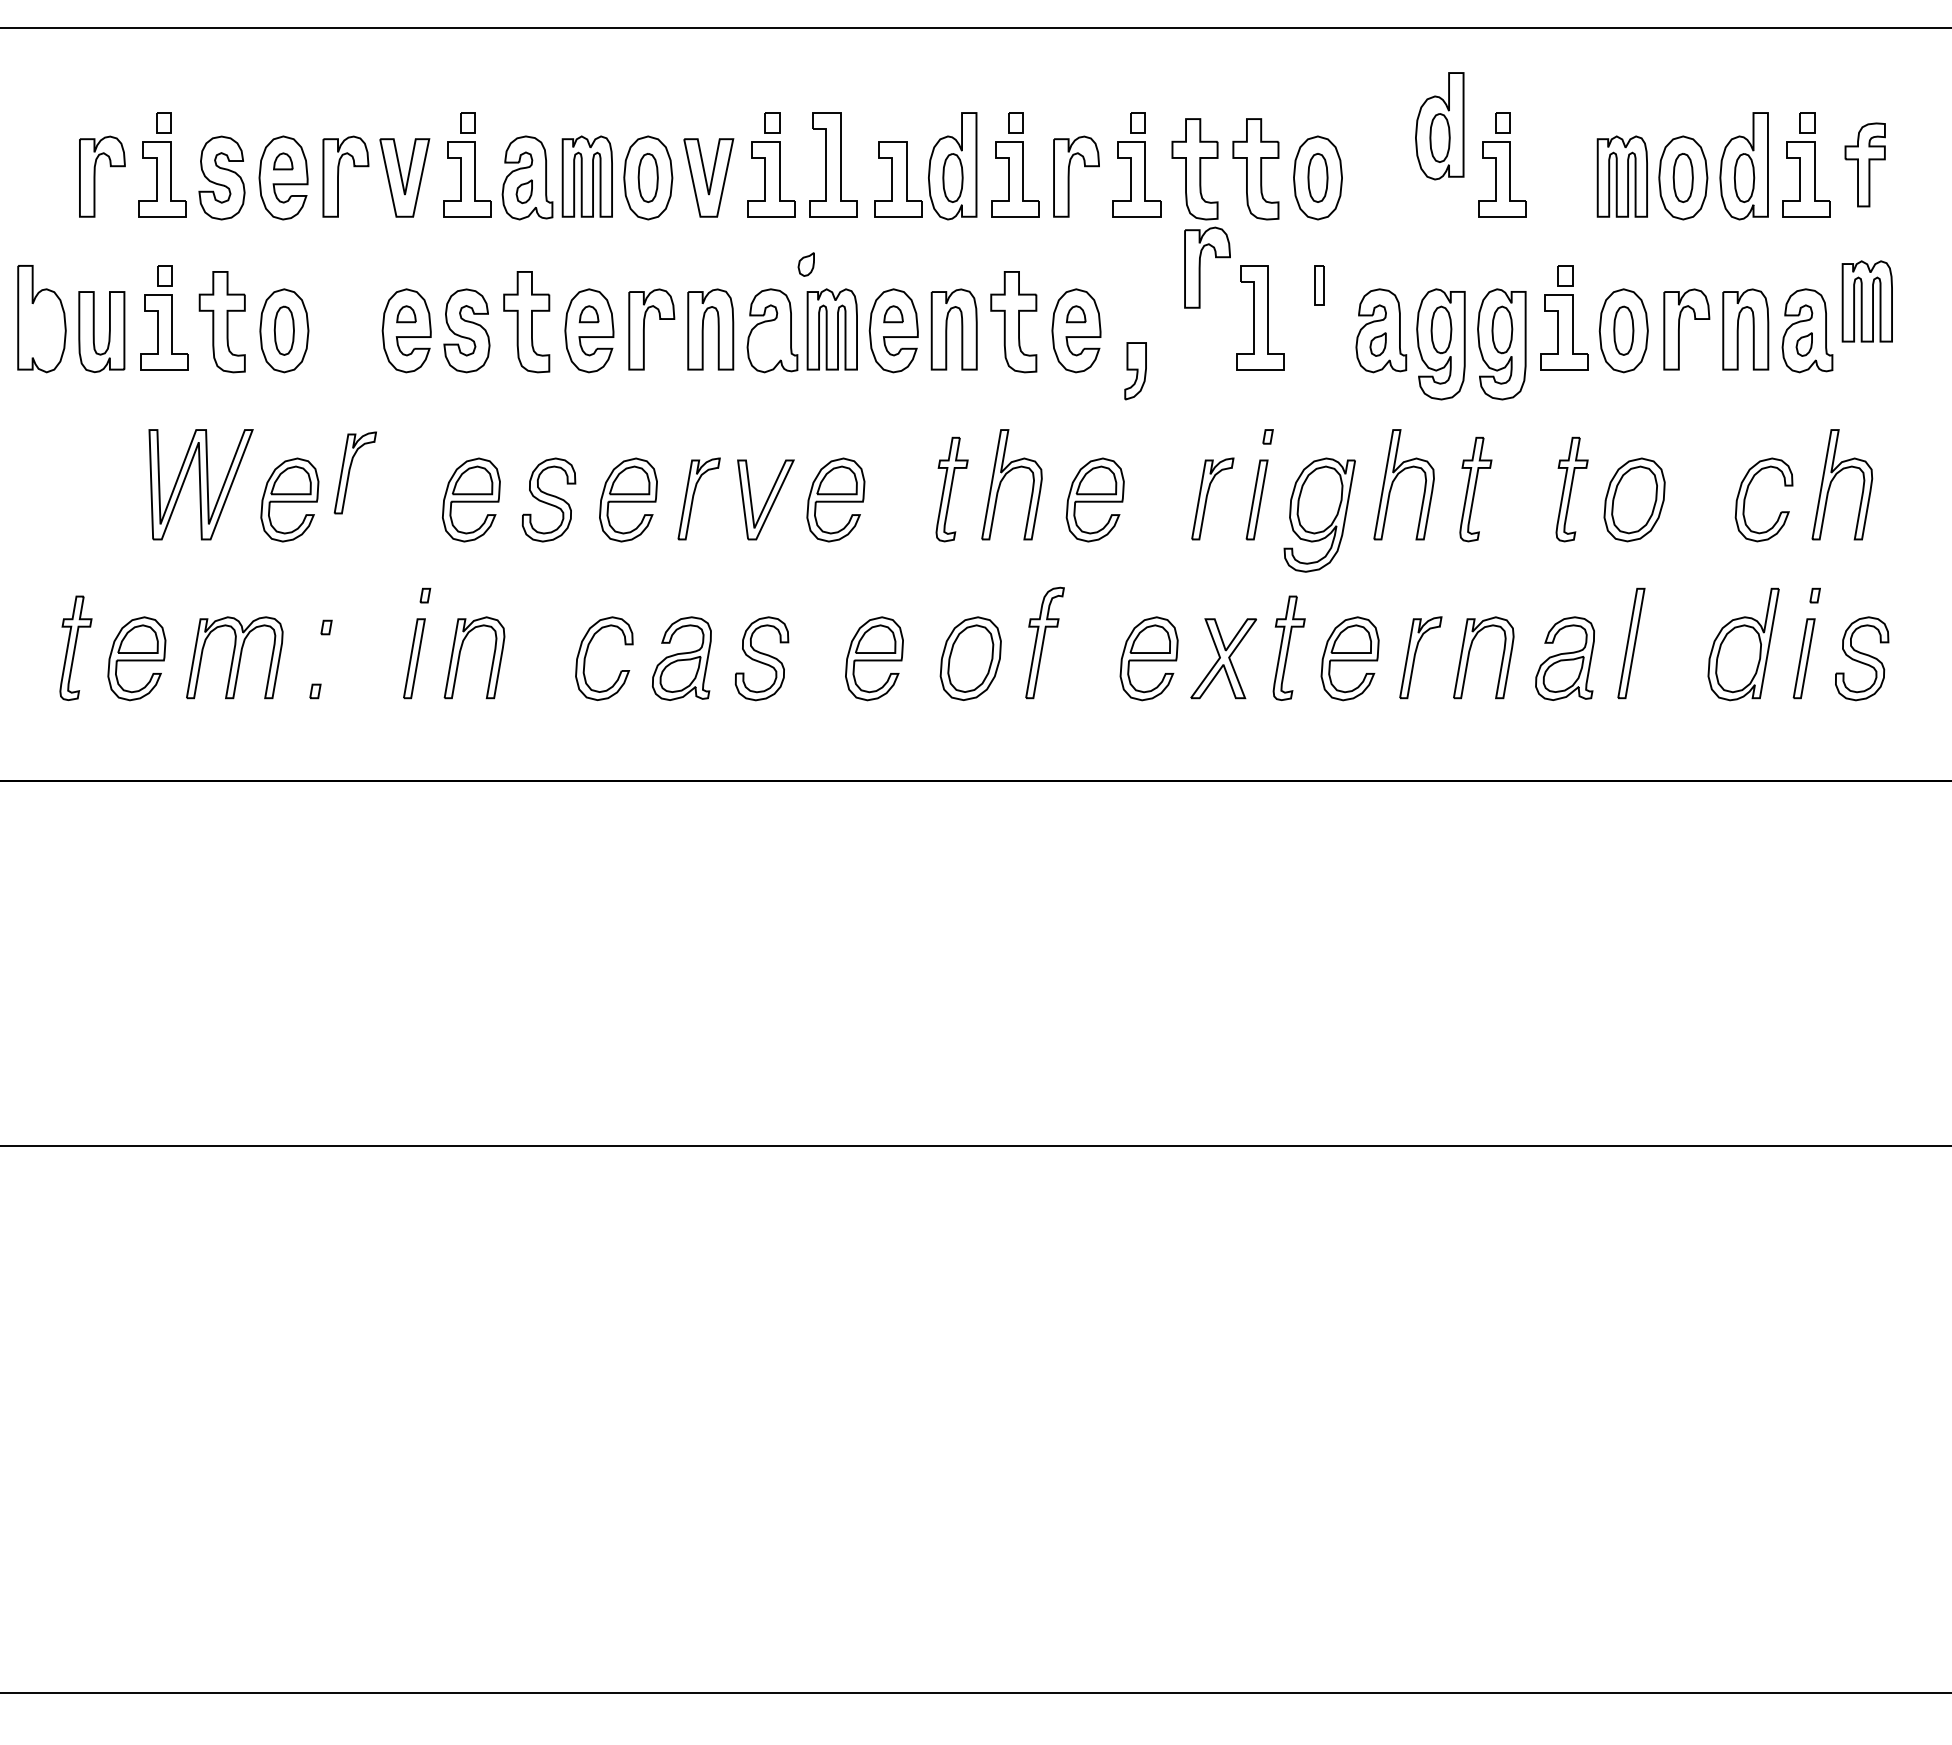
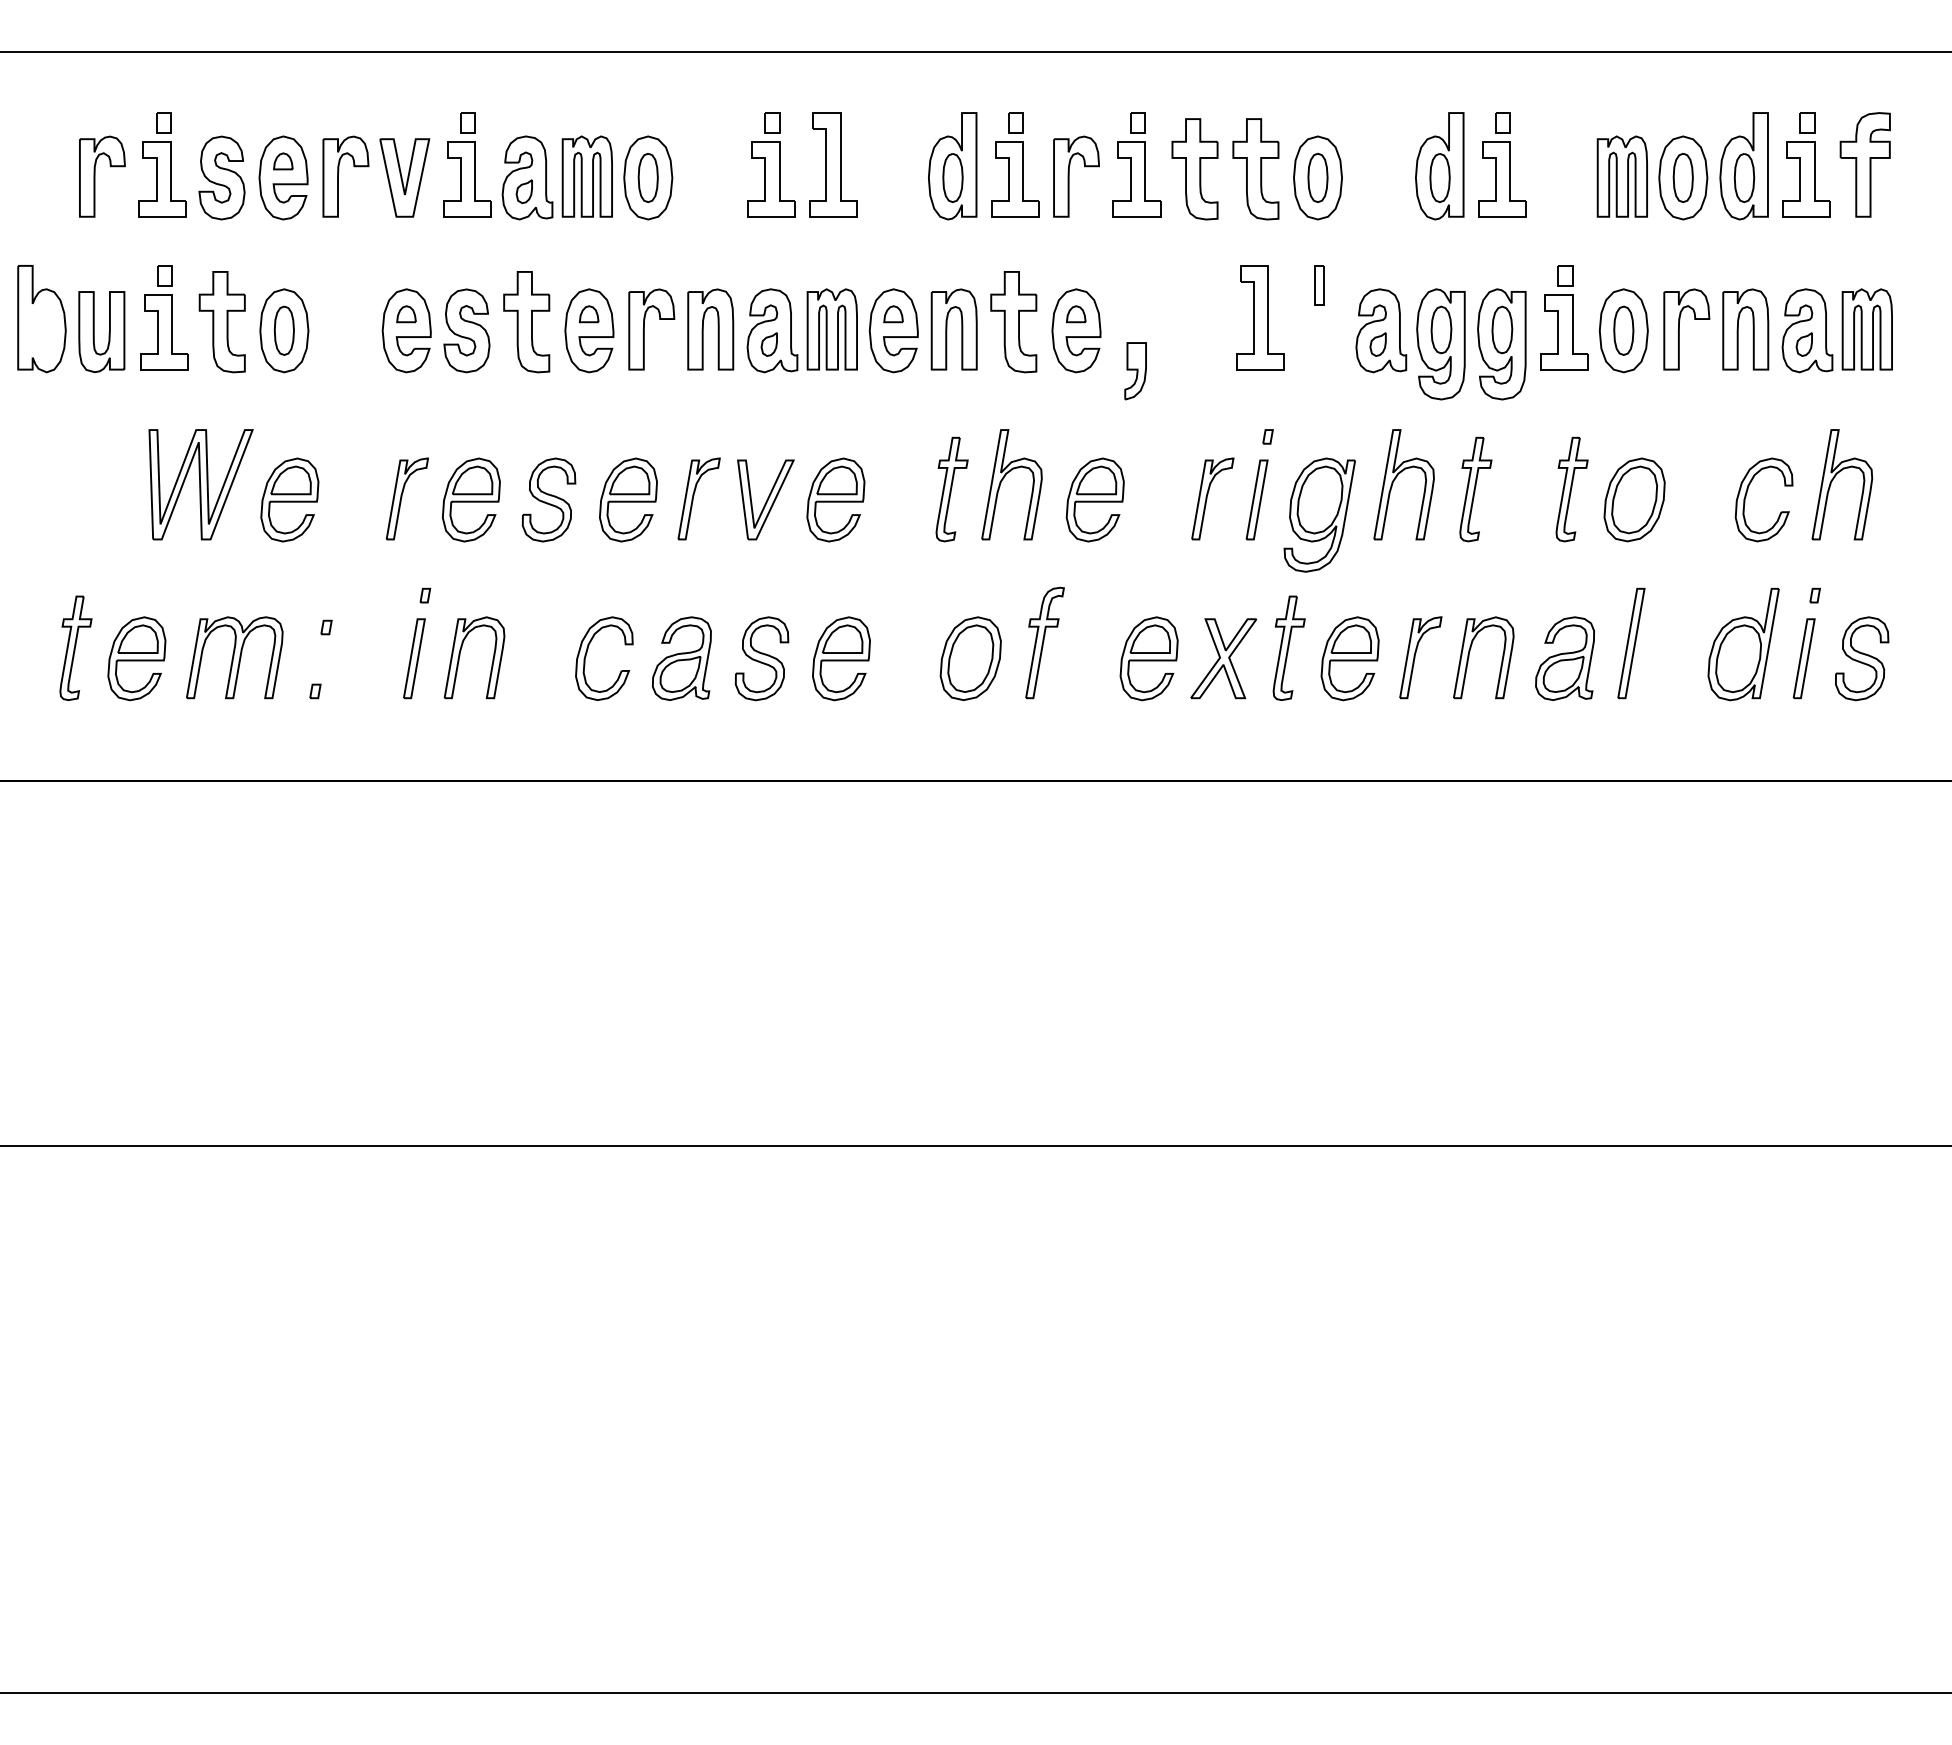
line at (975, 28) position: (975, 28) -> (975, 52)
part at (1439, 126) position: (1439, 126) -> (1439, 166)
part at (1864, 164) size: 42x86 px -> 52x106 px
part at (708, 177): present -> none
part at (898, 179): present -> none
part at (805, 264) position: (805, 264) -> (768, 344)
part at (1200, 267): present -> none
part at (1866, 301) position: (1866, 301) -> (1866, 329)
part at (354, 472) position: (354, 472) -> (406, 498)
part at (874, 658) position: (874, 658) -> (841, 658)
